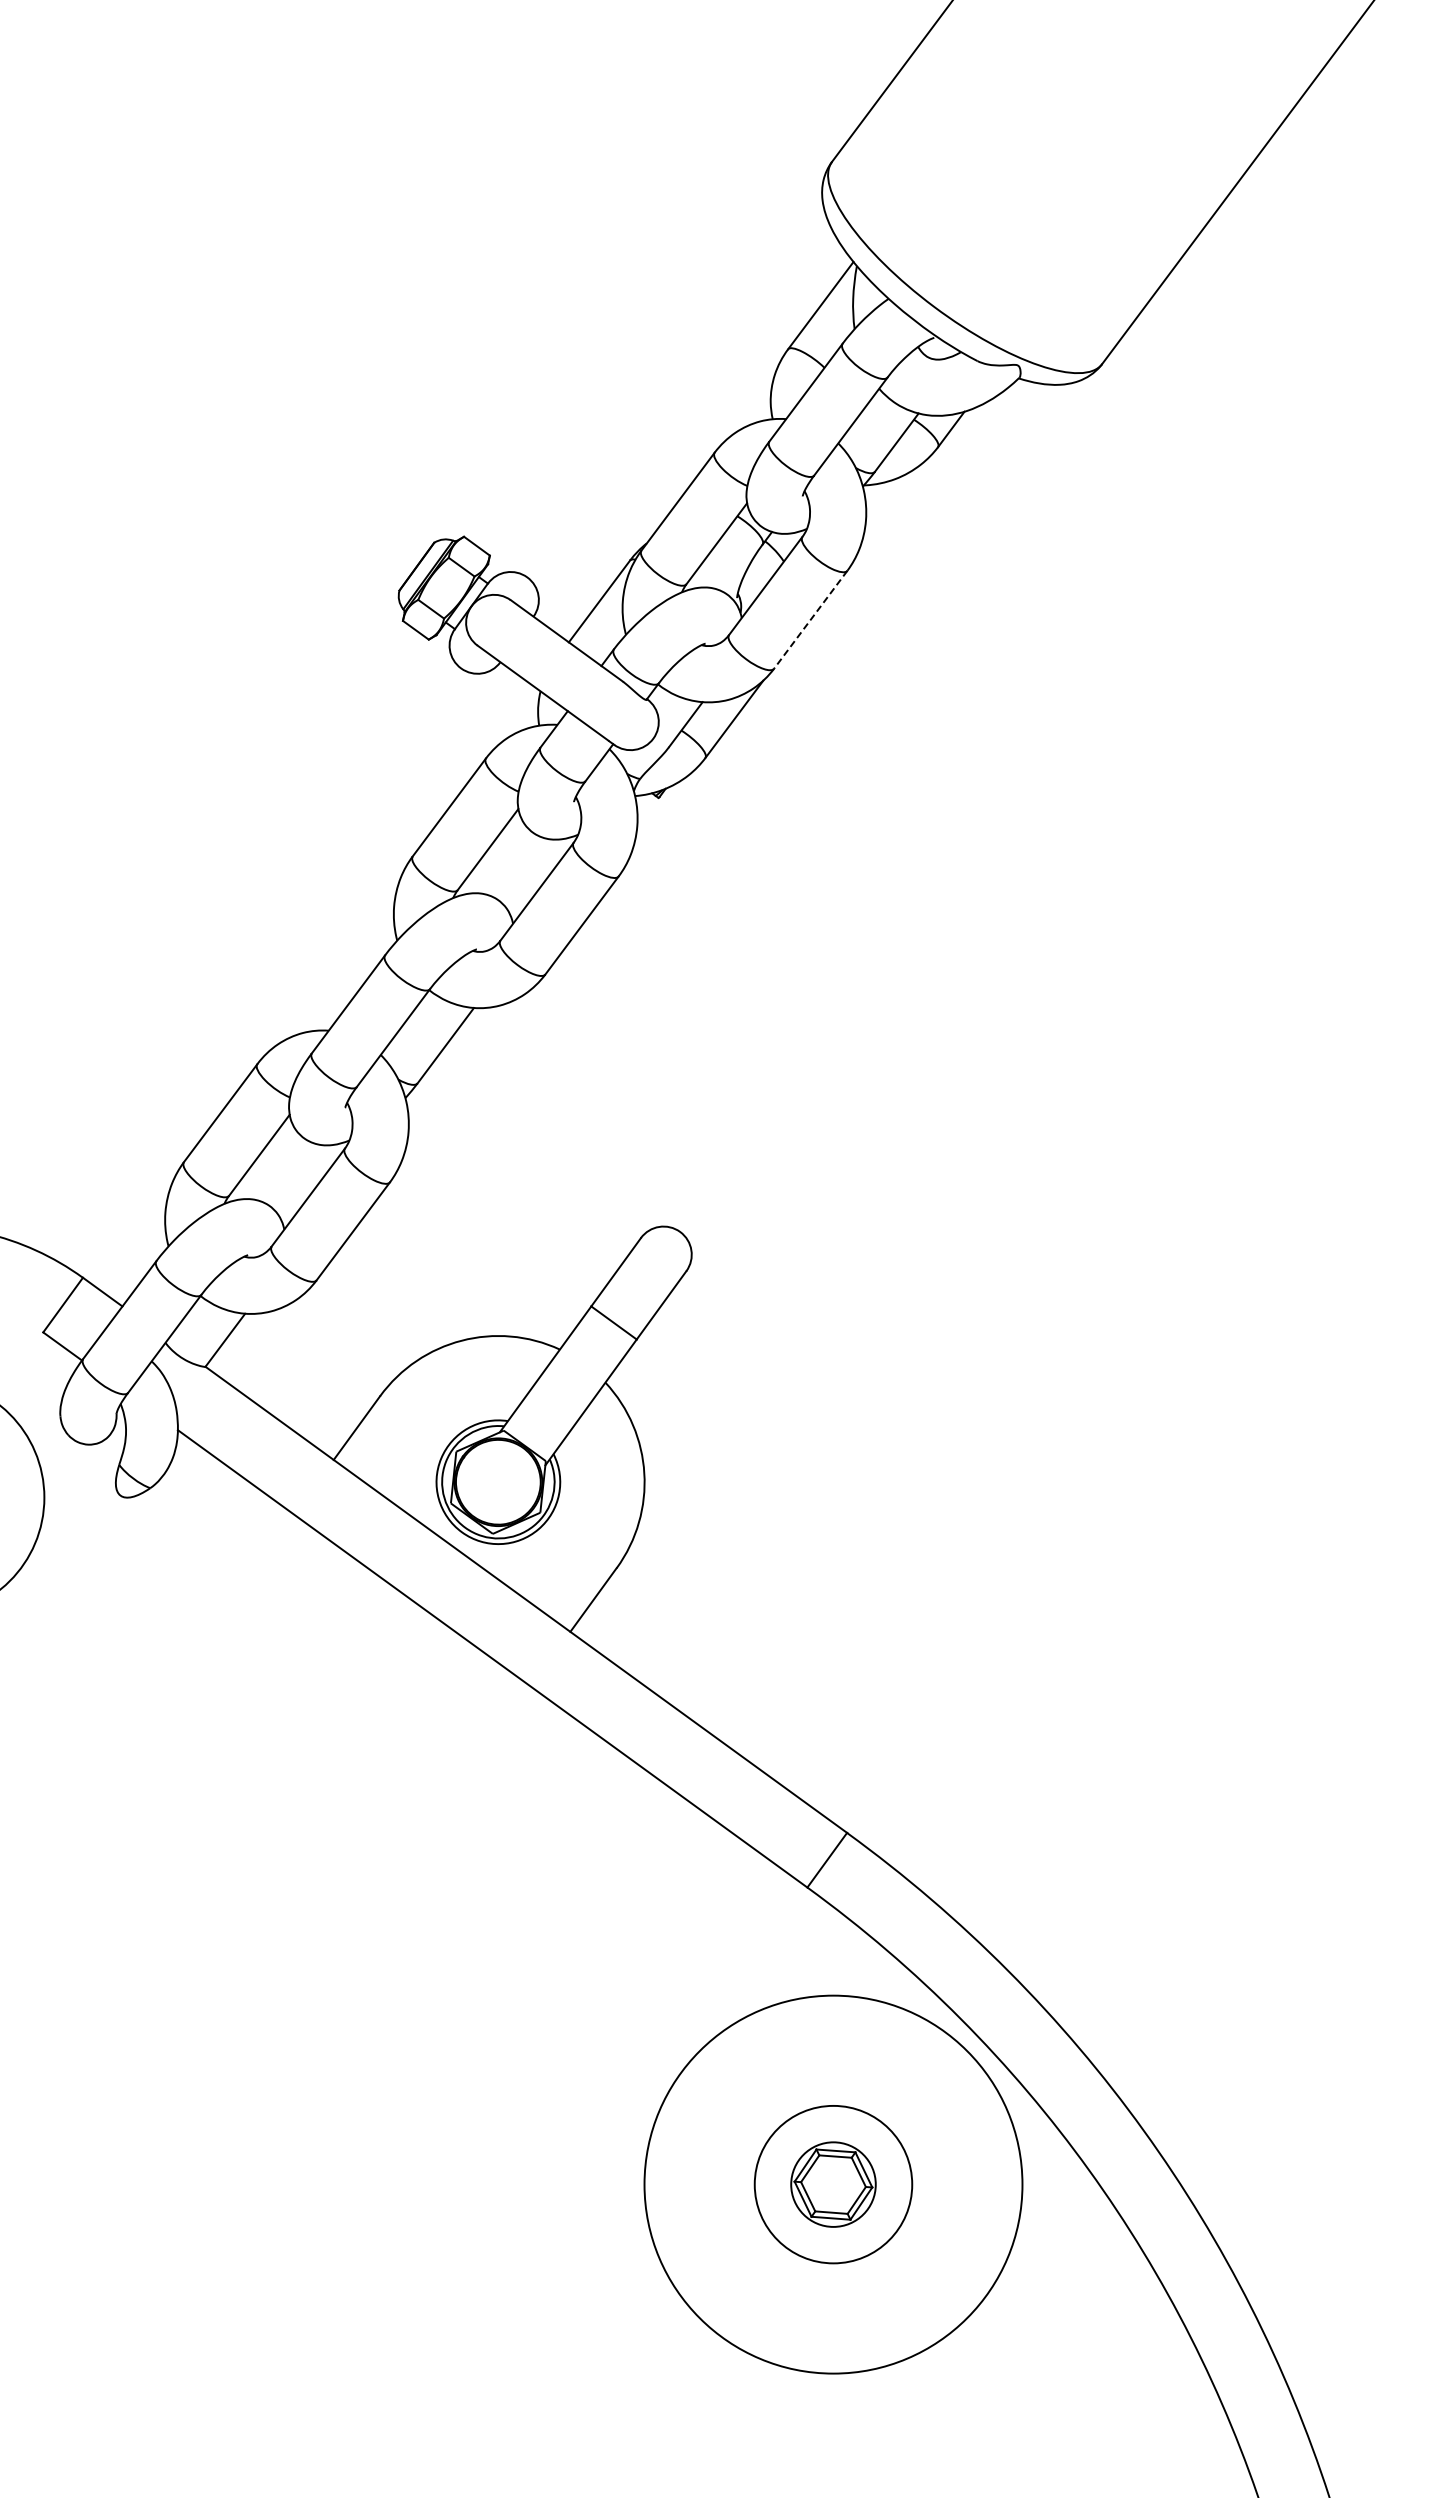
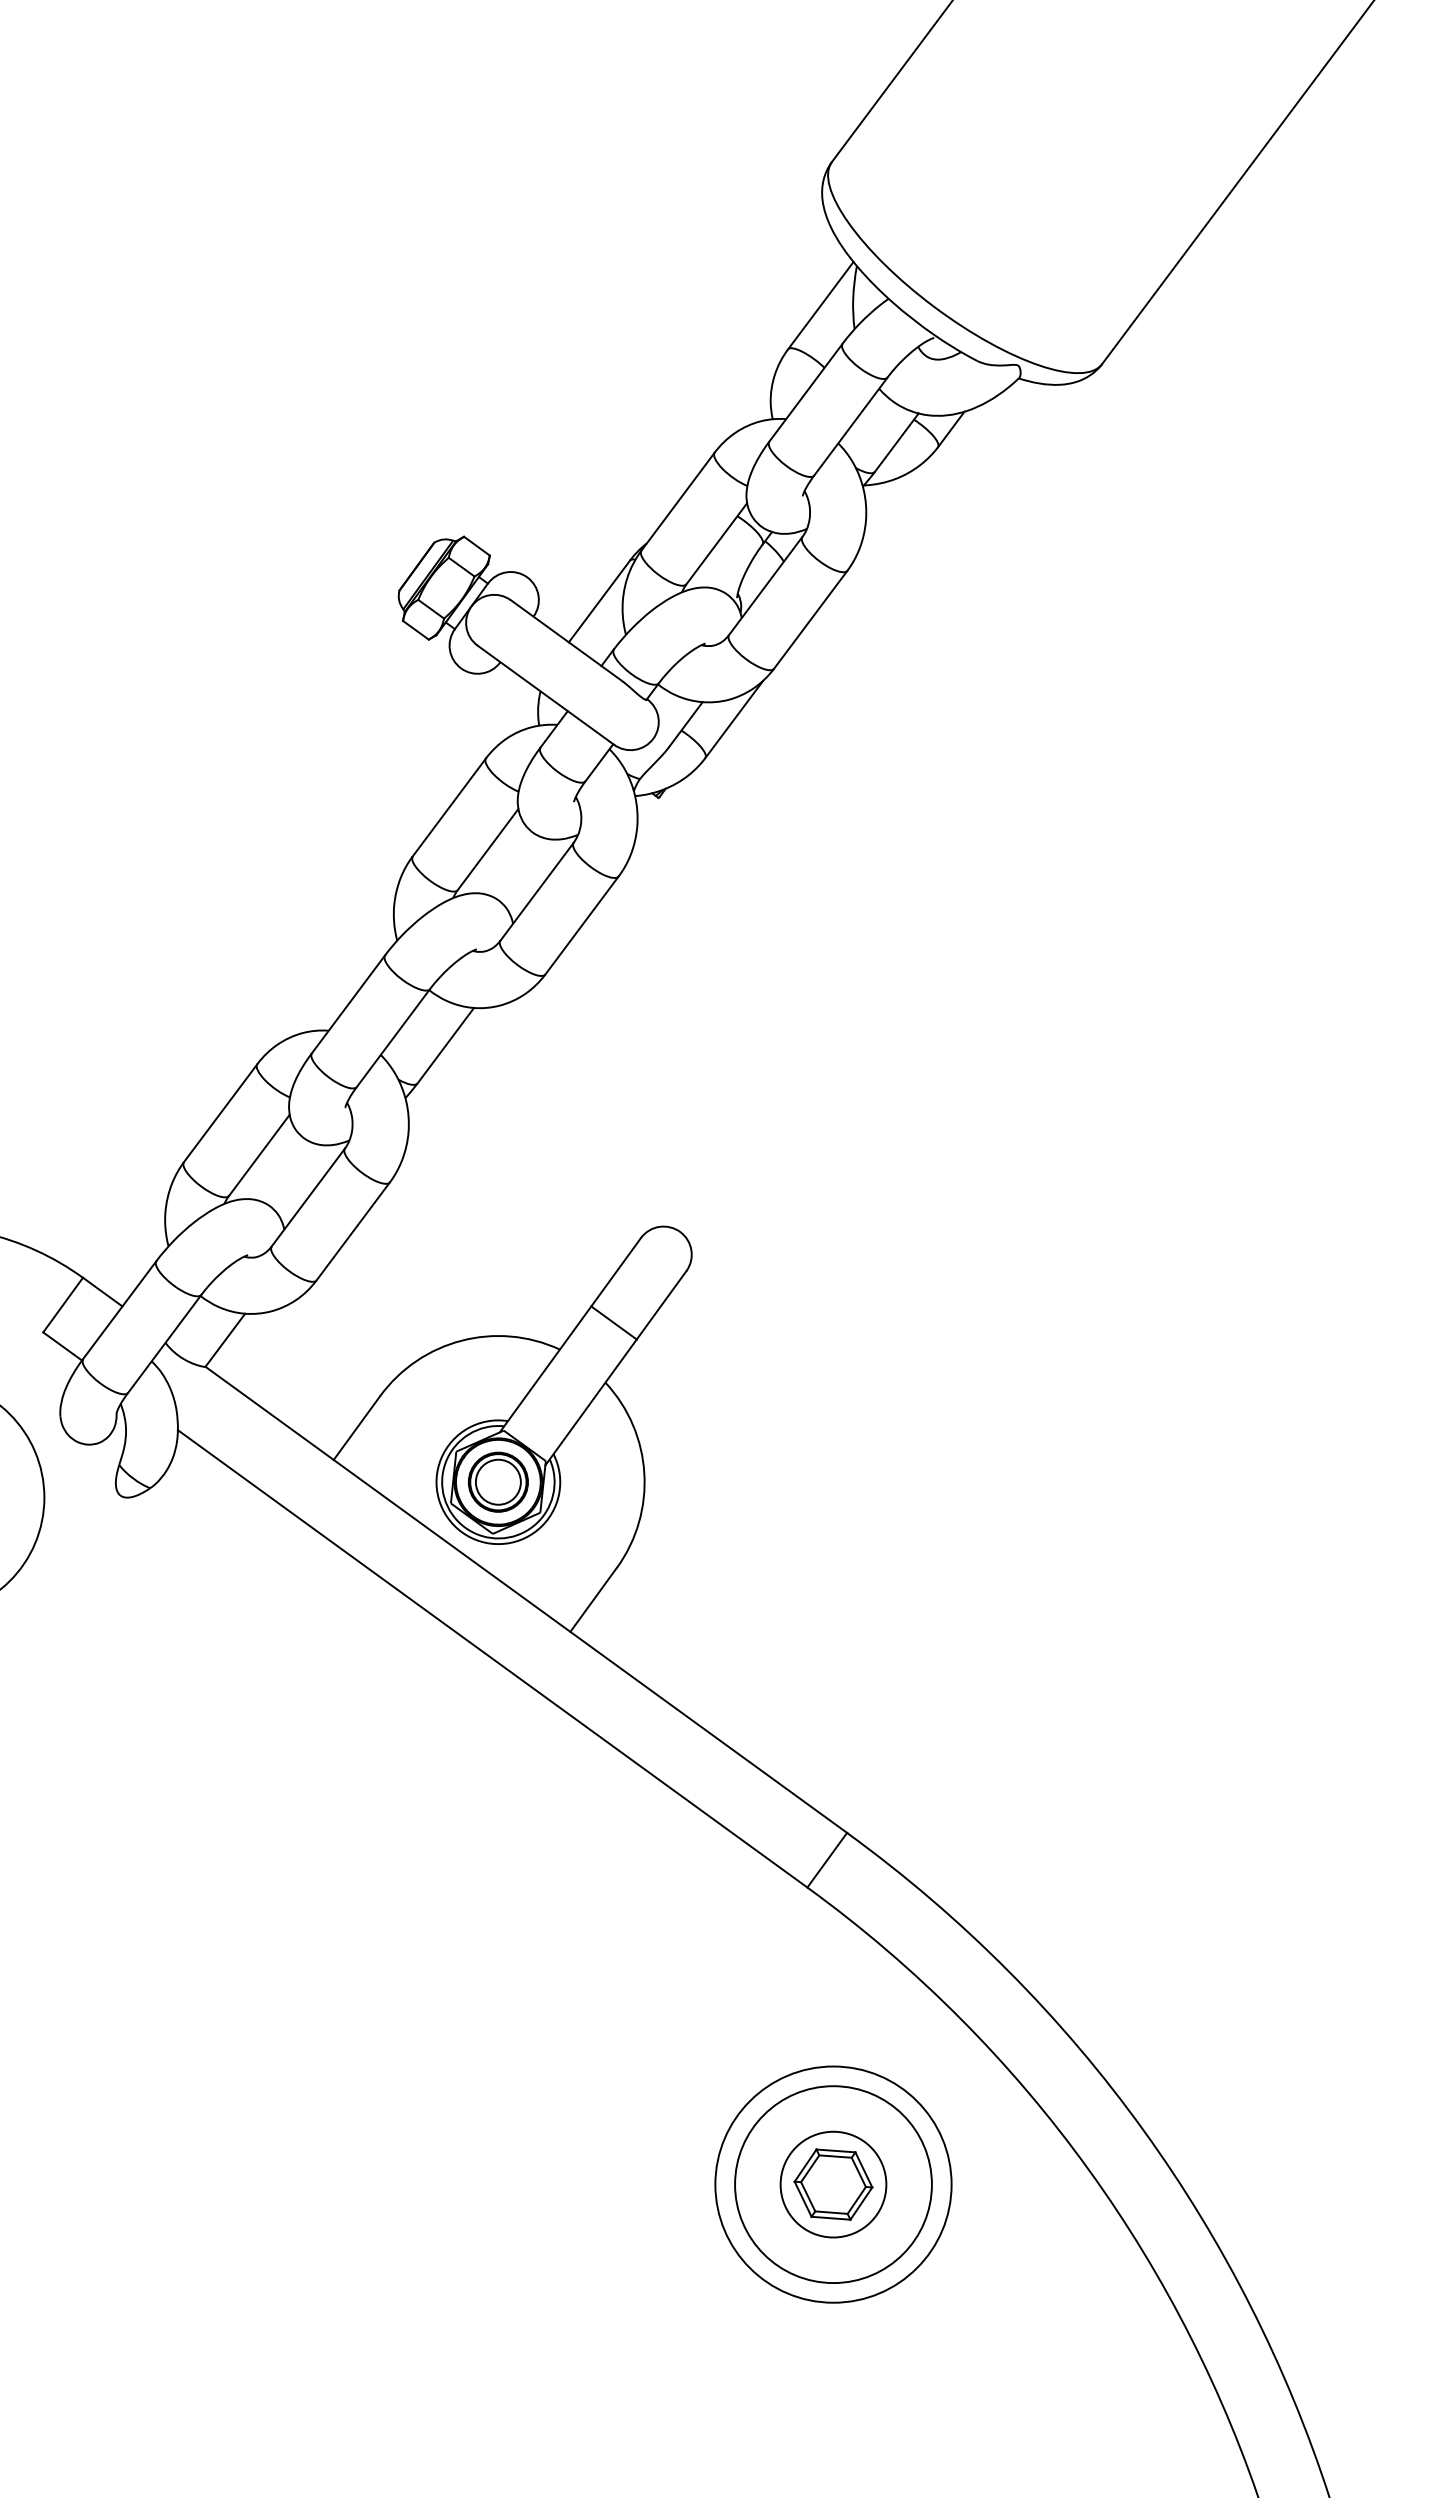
line at (810, 620): dashed -> solid
part at (497, 1481): none -> present
circle at (833, 2184) diameter: 157 px -> 197 px
circle at (833, 2184) diameter: 378 px -> 236 px
circle at (833, 2184) diameter: 85 px -> 106 px
